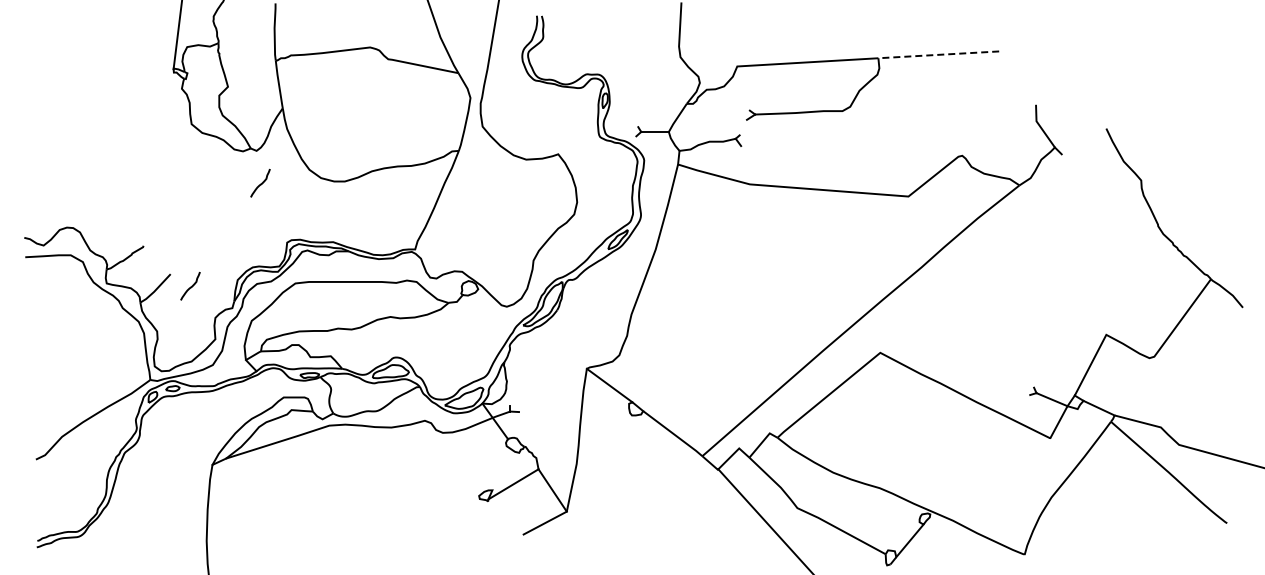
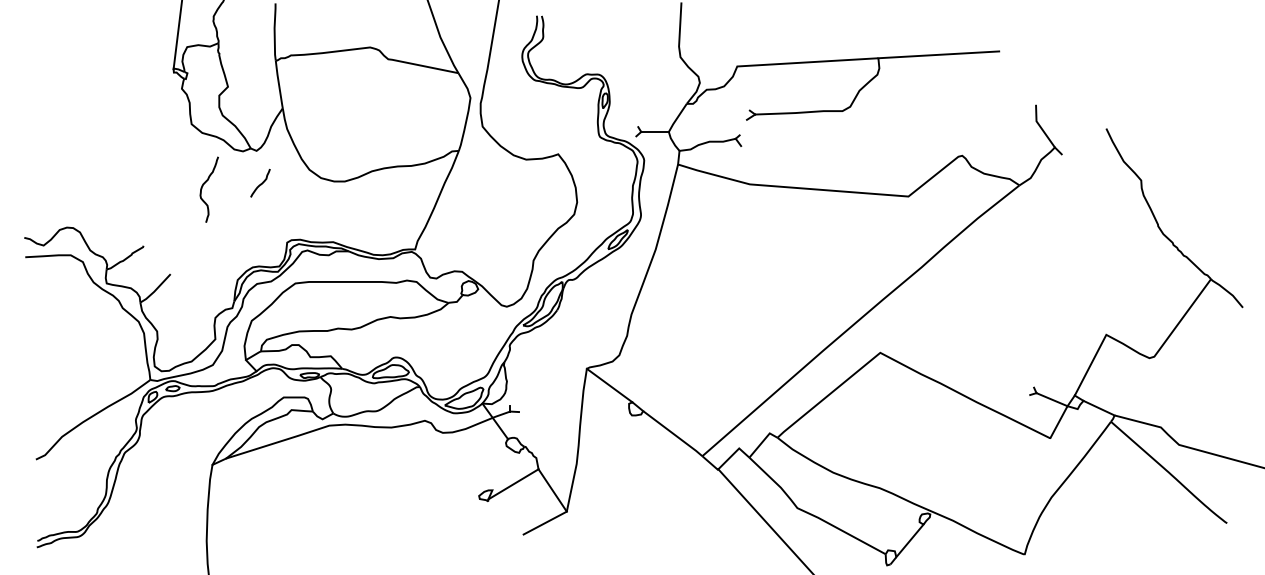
line at (938, 54): dashed -> solid
curve at (203, 186): none -> present
curve at (191, 285): present -> none
